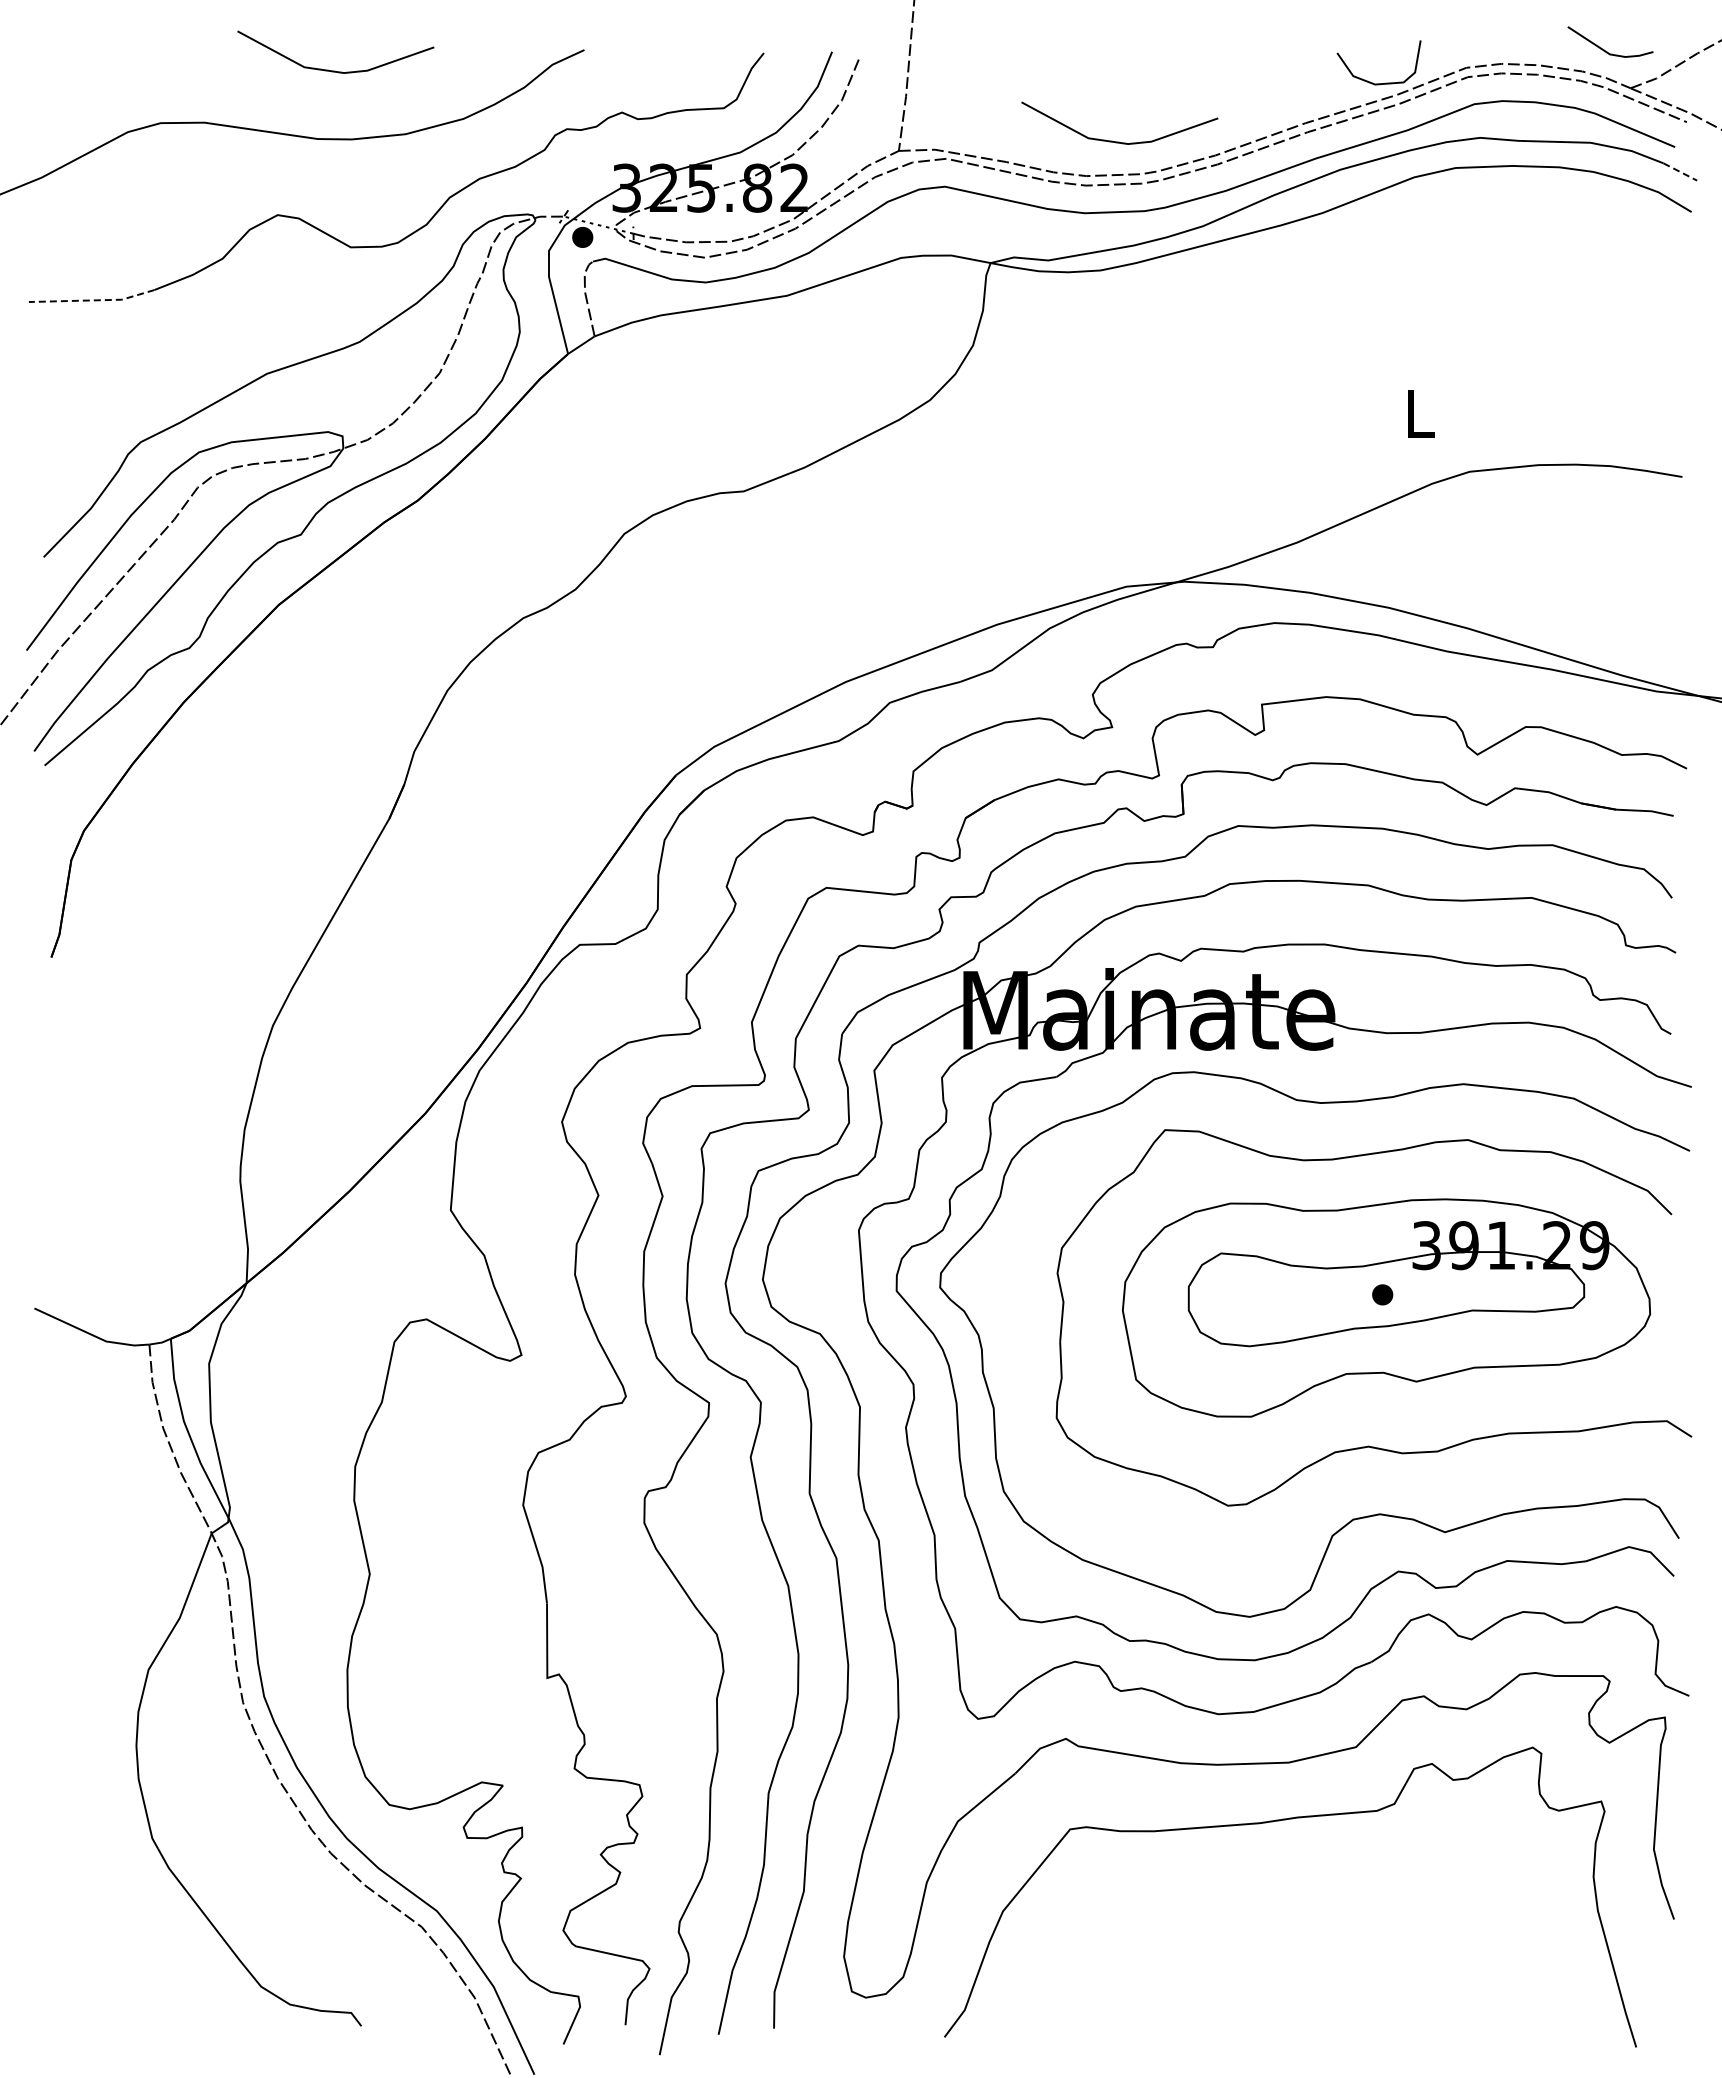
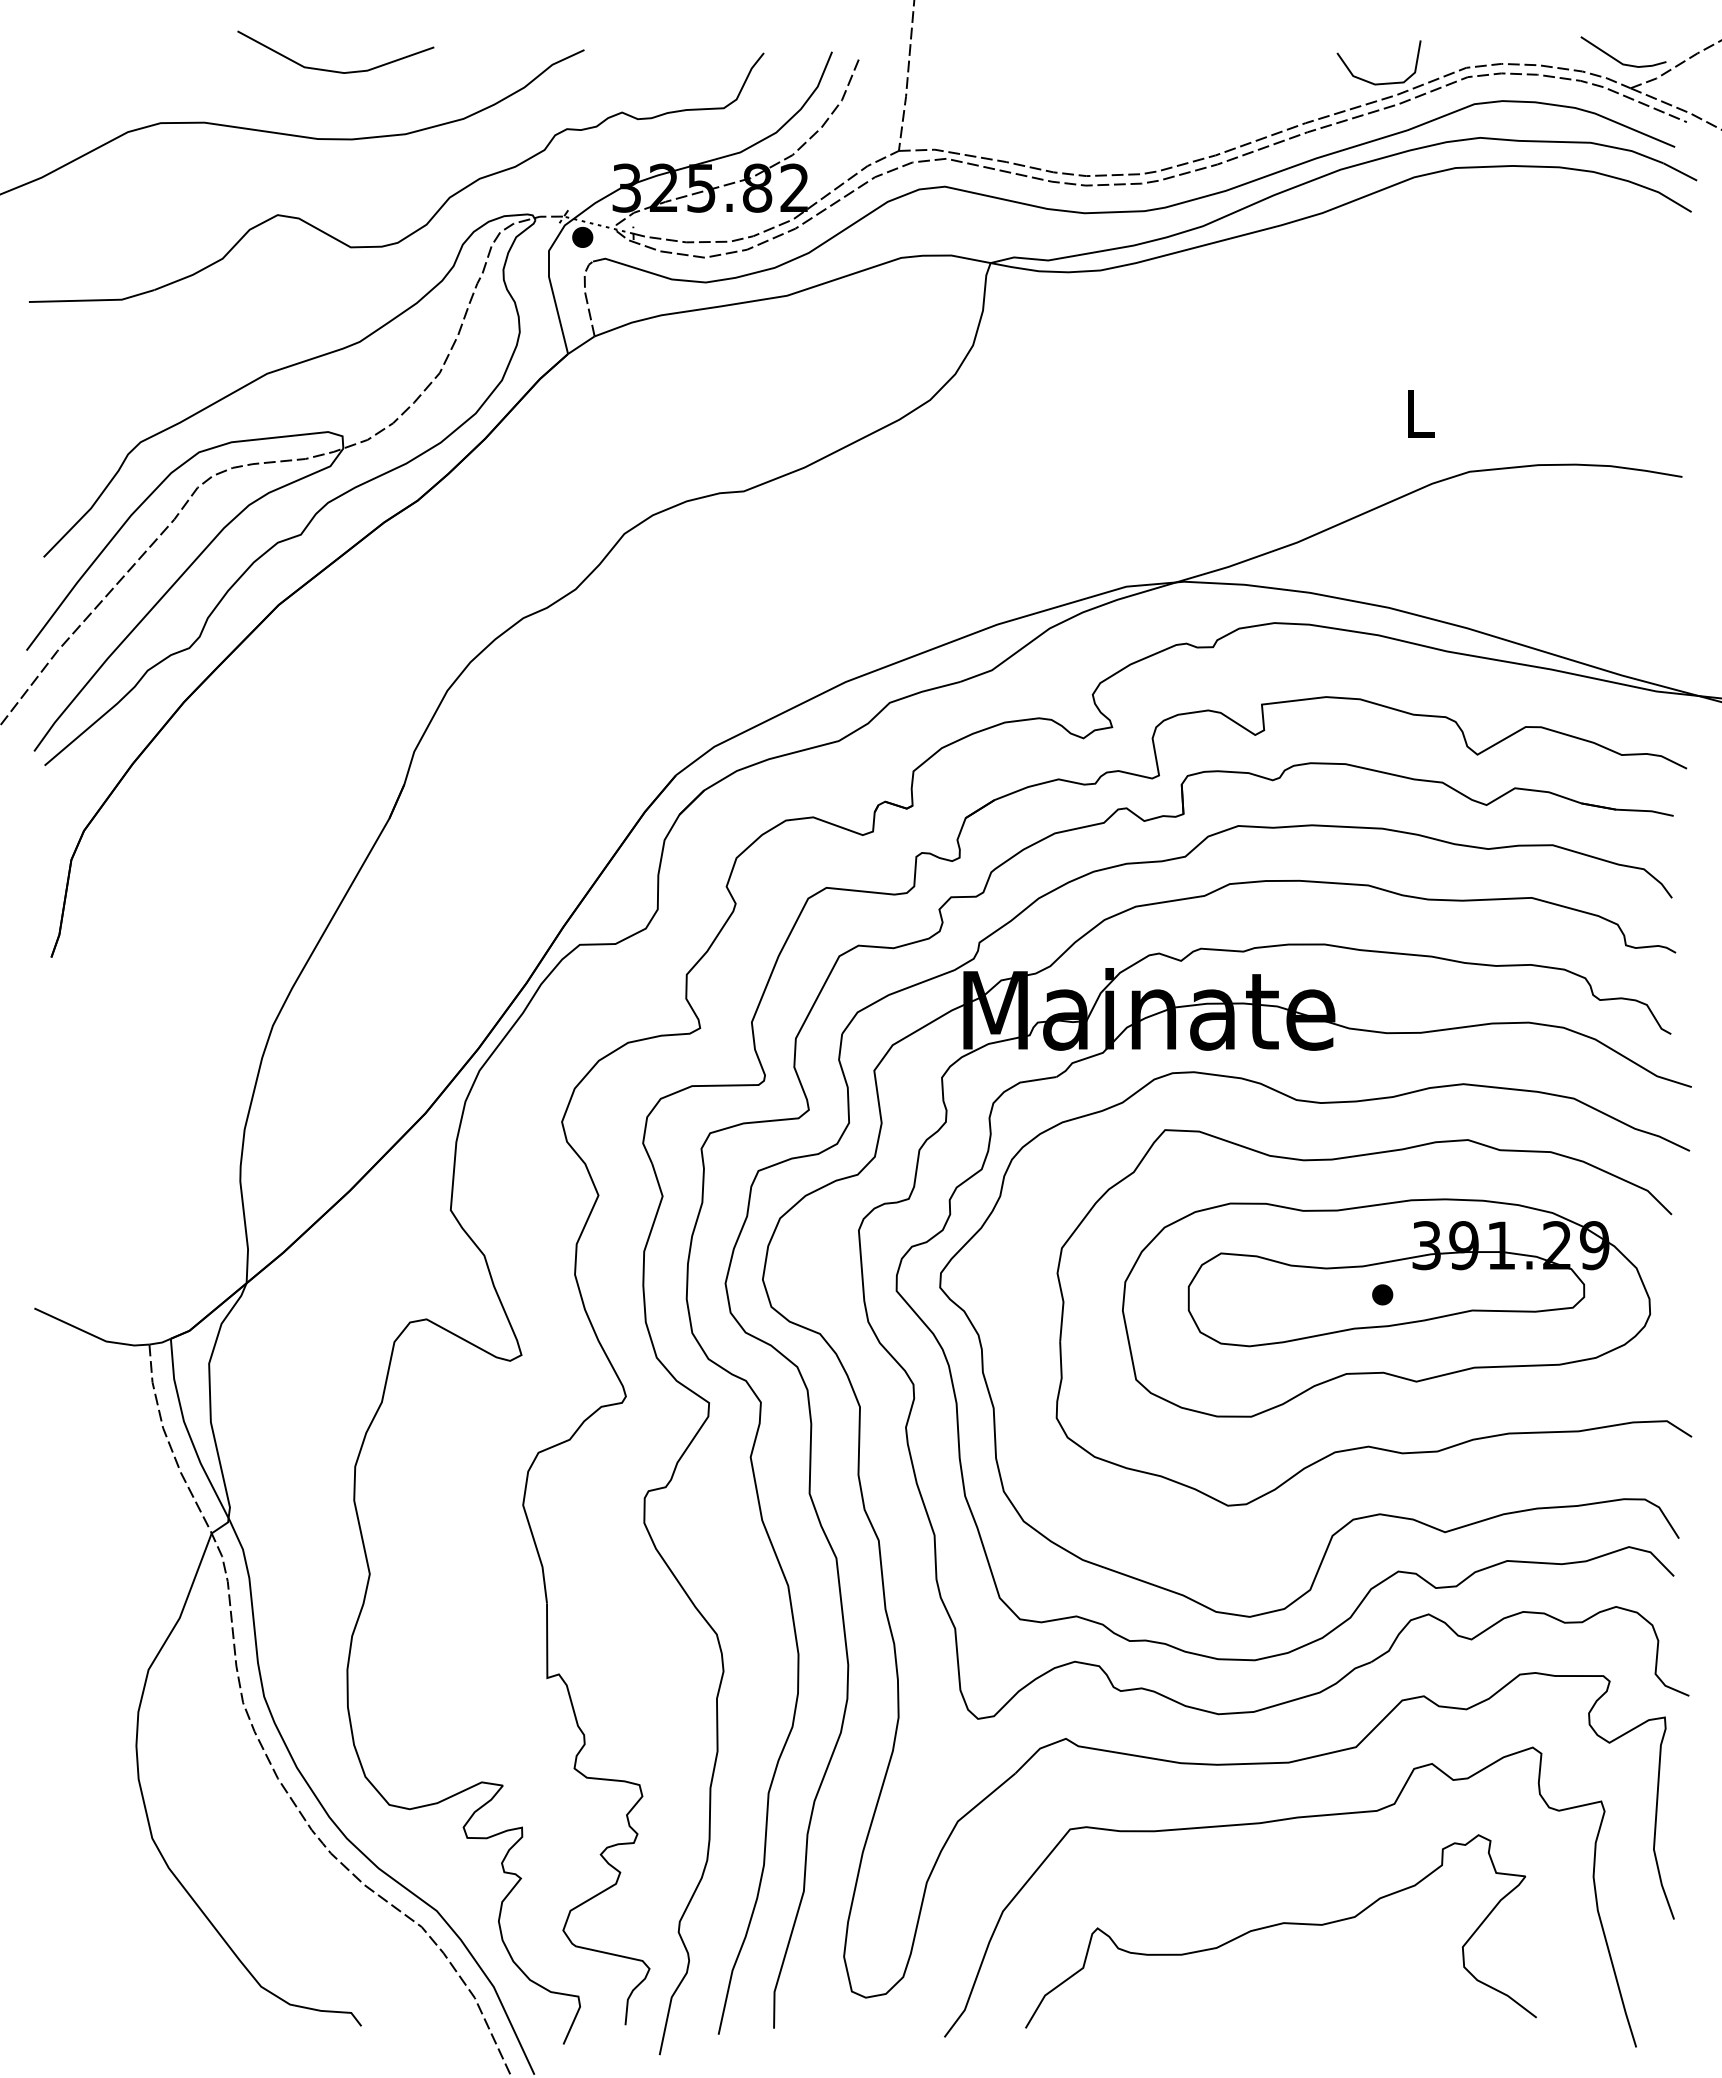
line at (1604, 49) position: (1604, 49) -> (1617, 59)
line at (1119, 141): present -> none
line at (1680, 171): dashed -> solid
line at (92, 300): dashed -> solid
curve at (1279, 1925): none -> present
